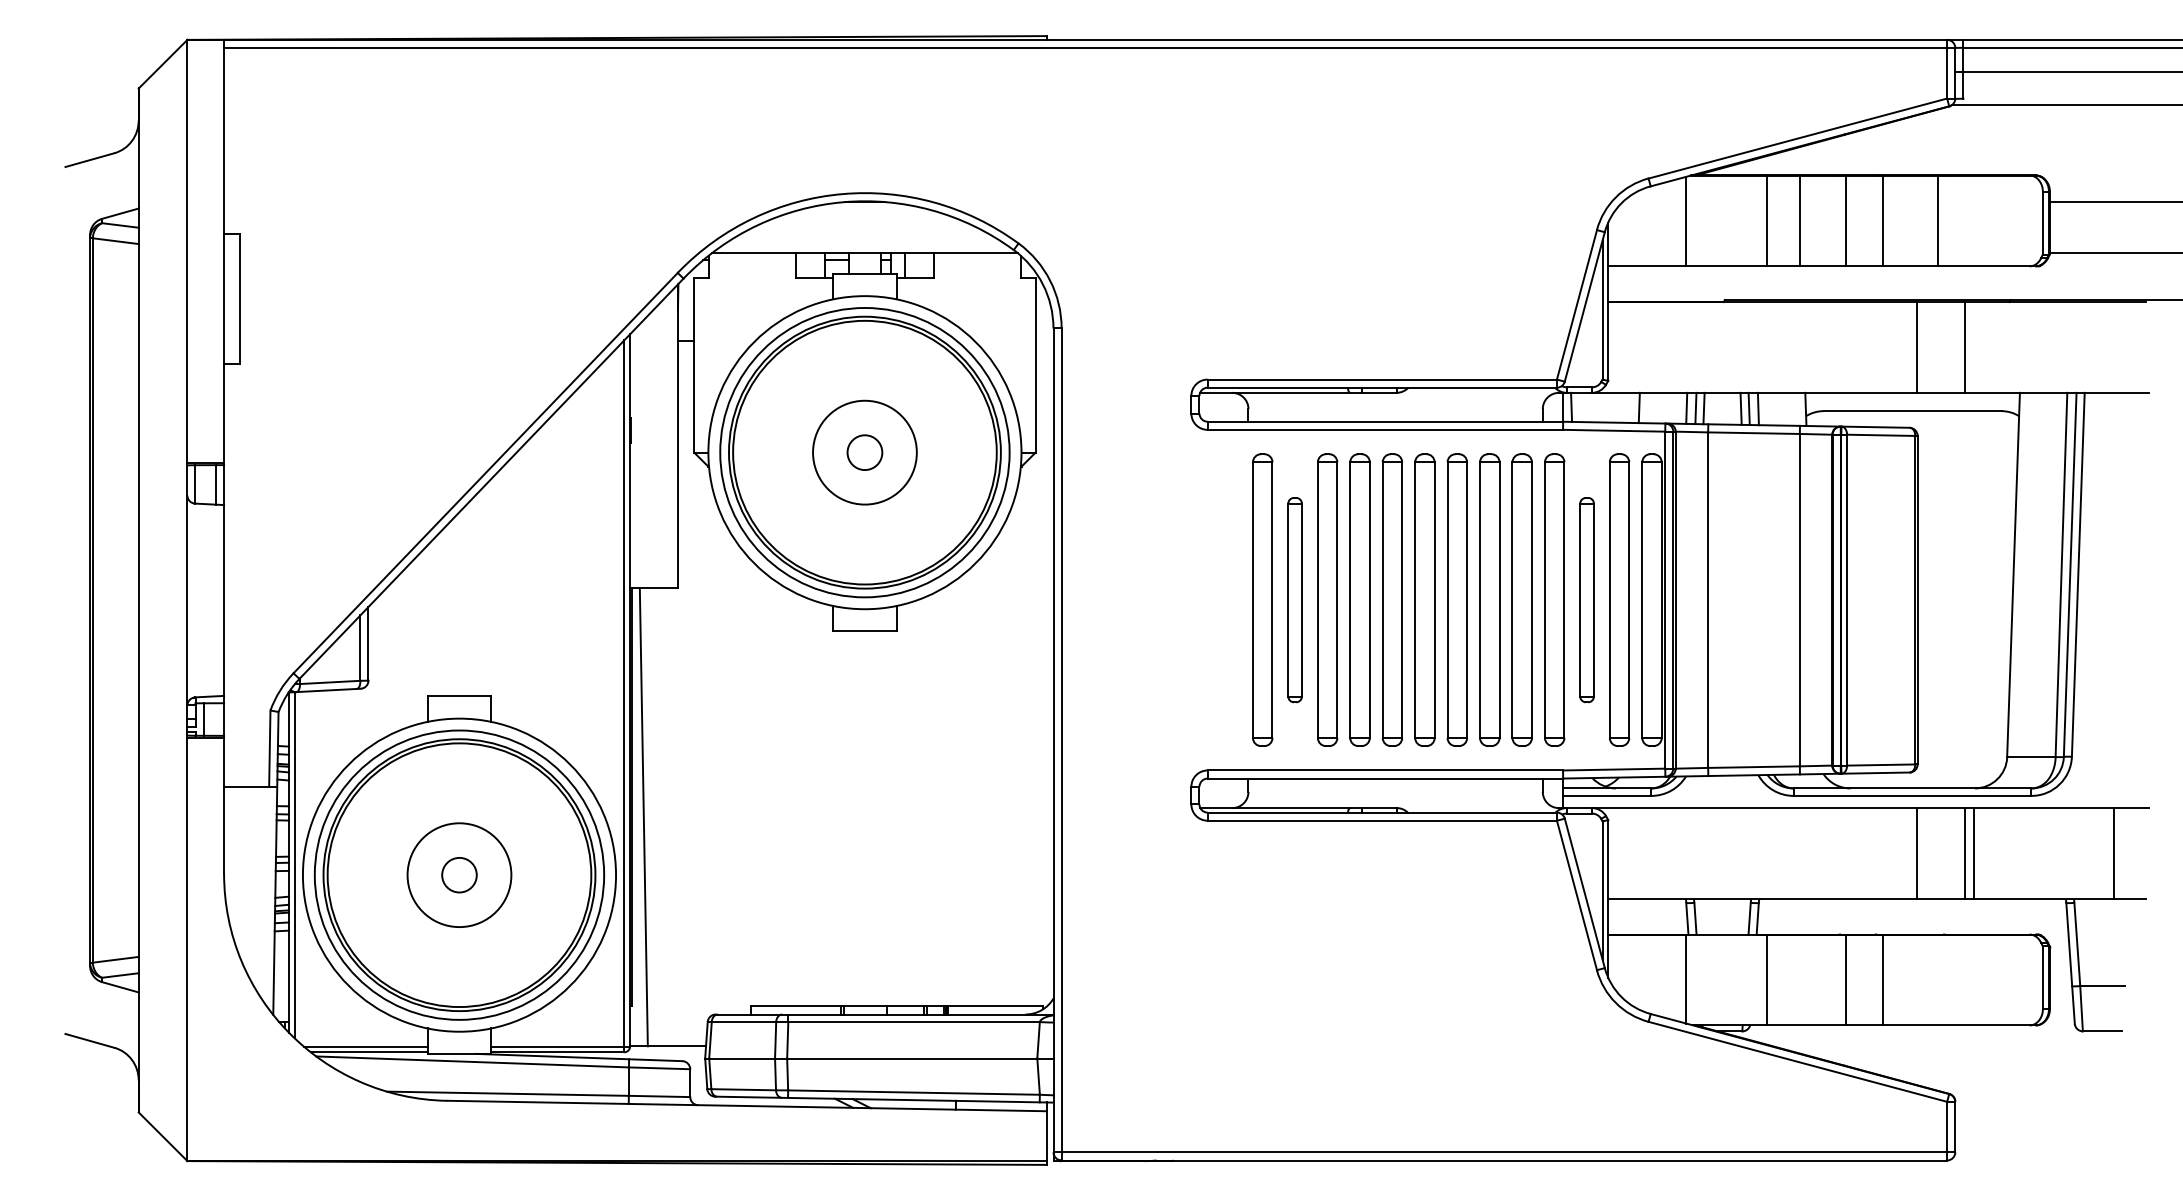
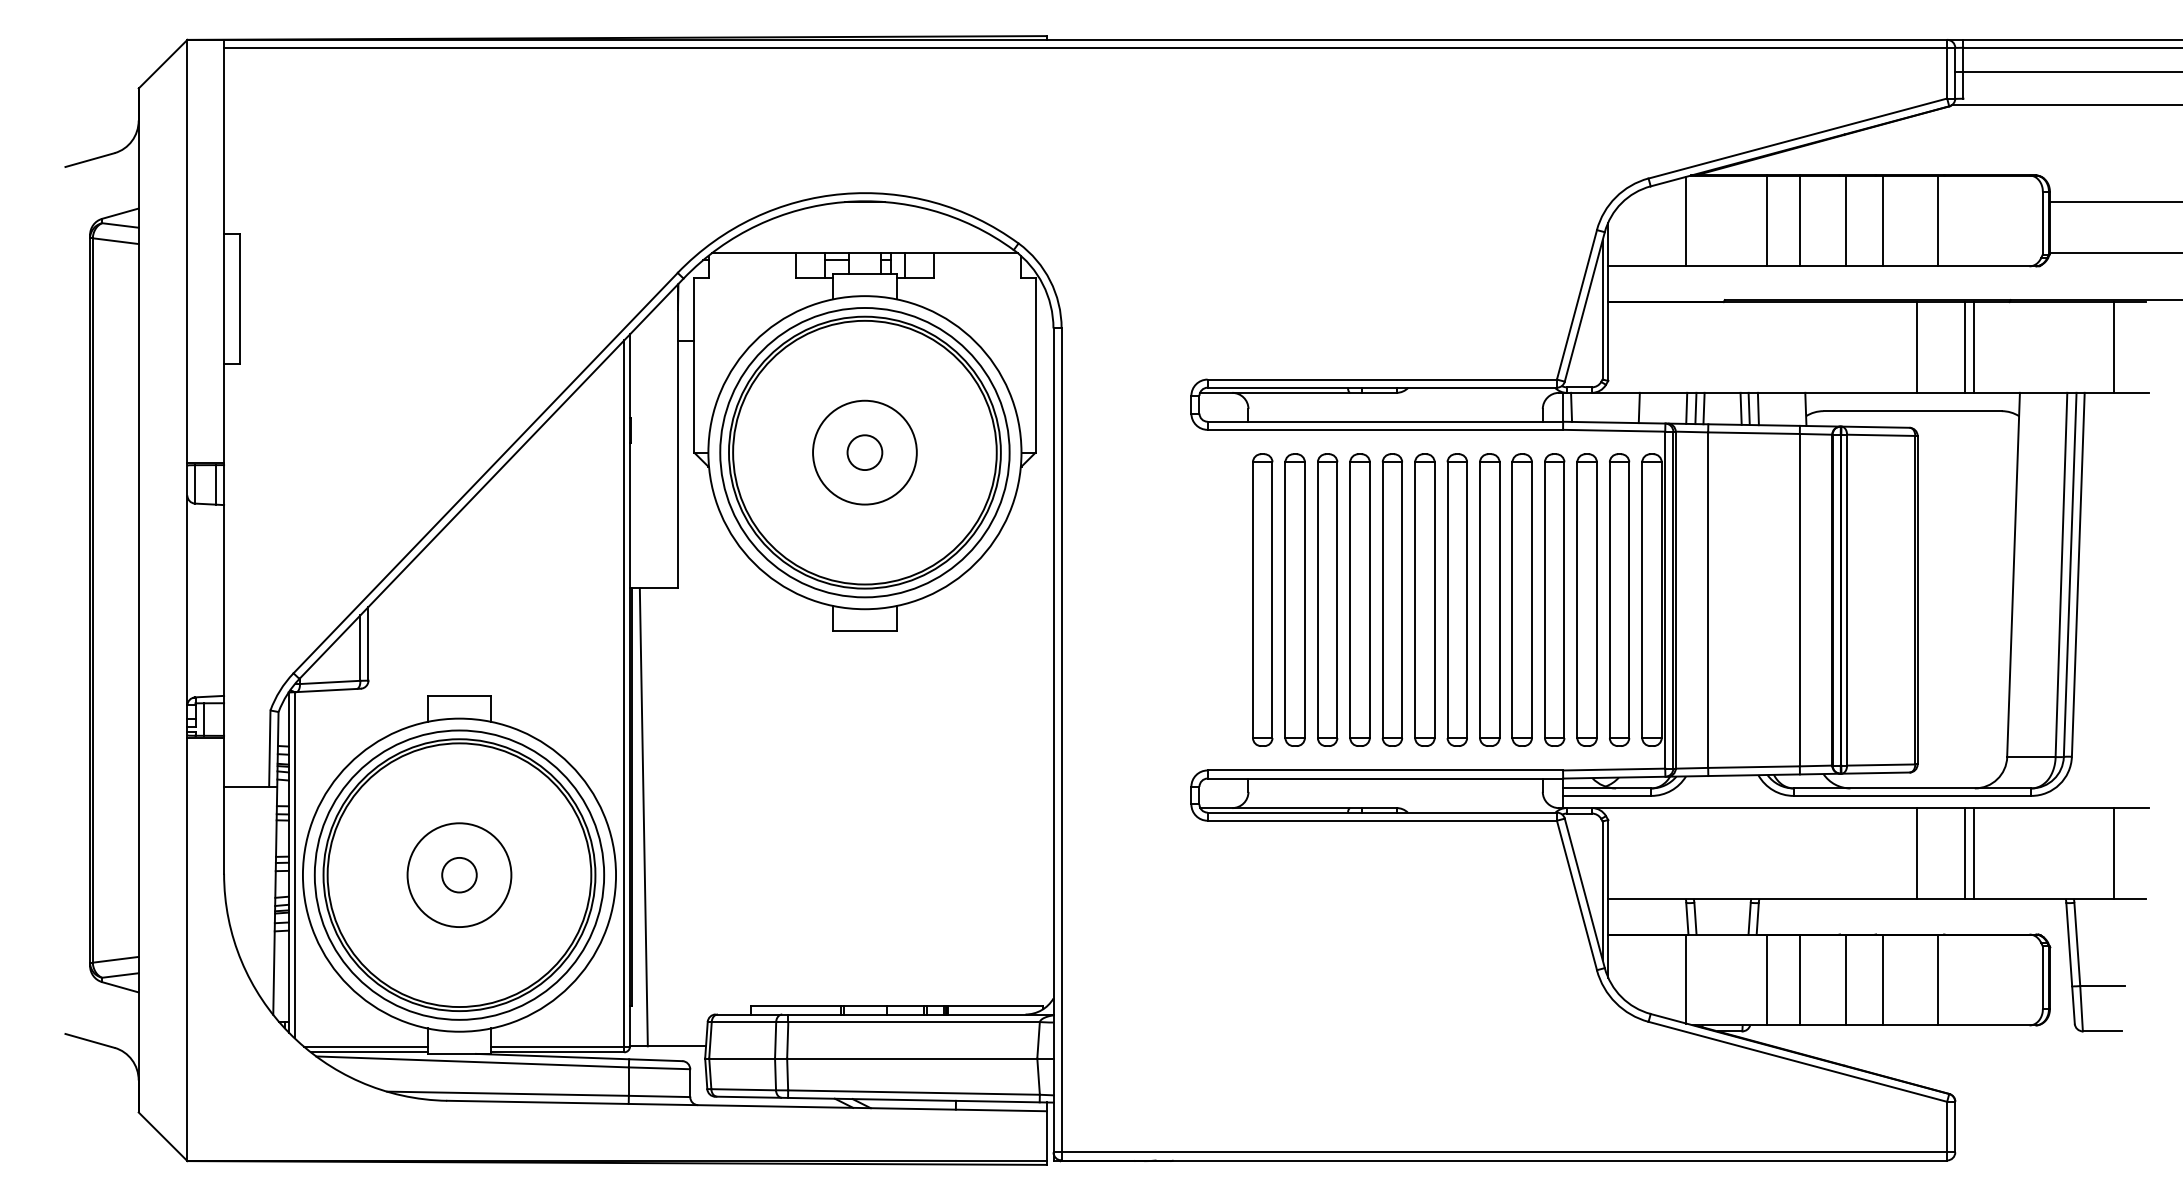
line at (1973, 347): none -> present
line at (2114, 347): none -> present
part at (1294, 600) size: 16x207 px -> 22x294 px
part at (1586, 600) size: 16x207 px -> 22x294 px
line at (1799, 979): none -> present
line at (1937, 979): none -> present
